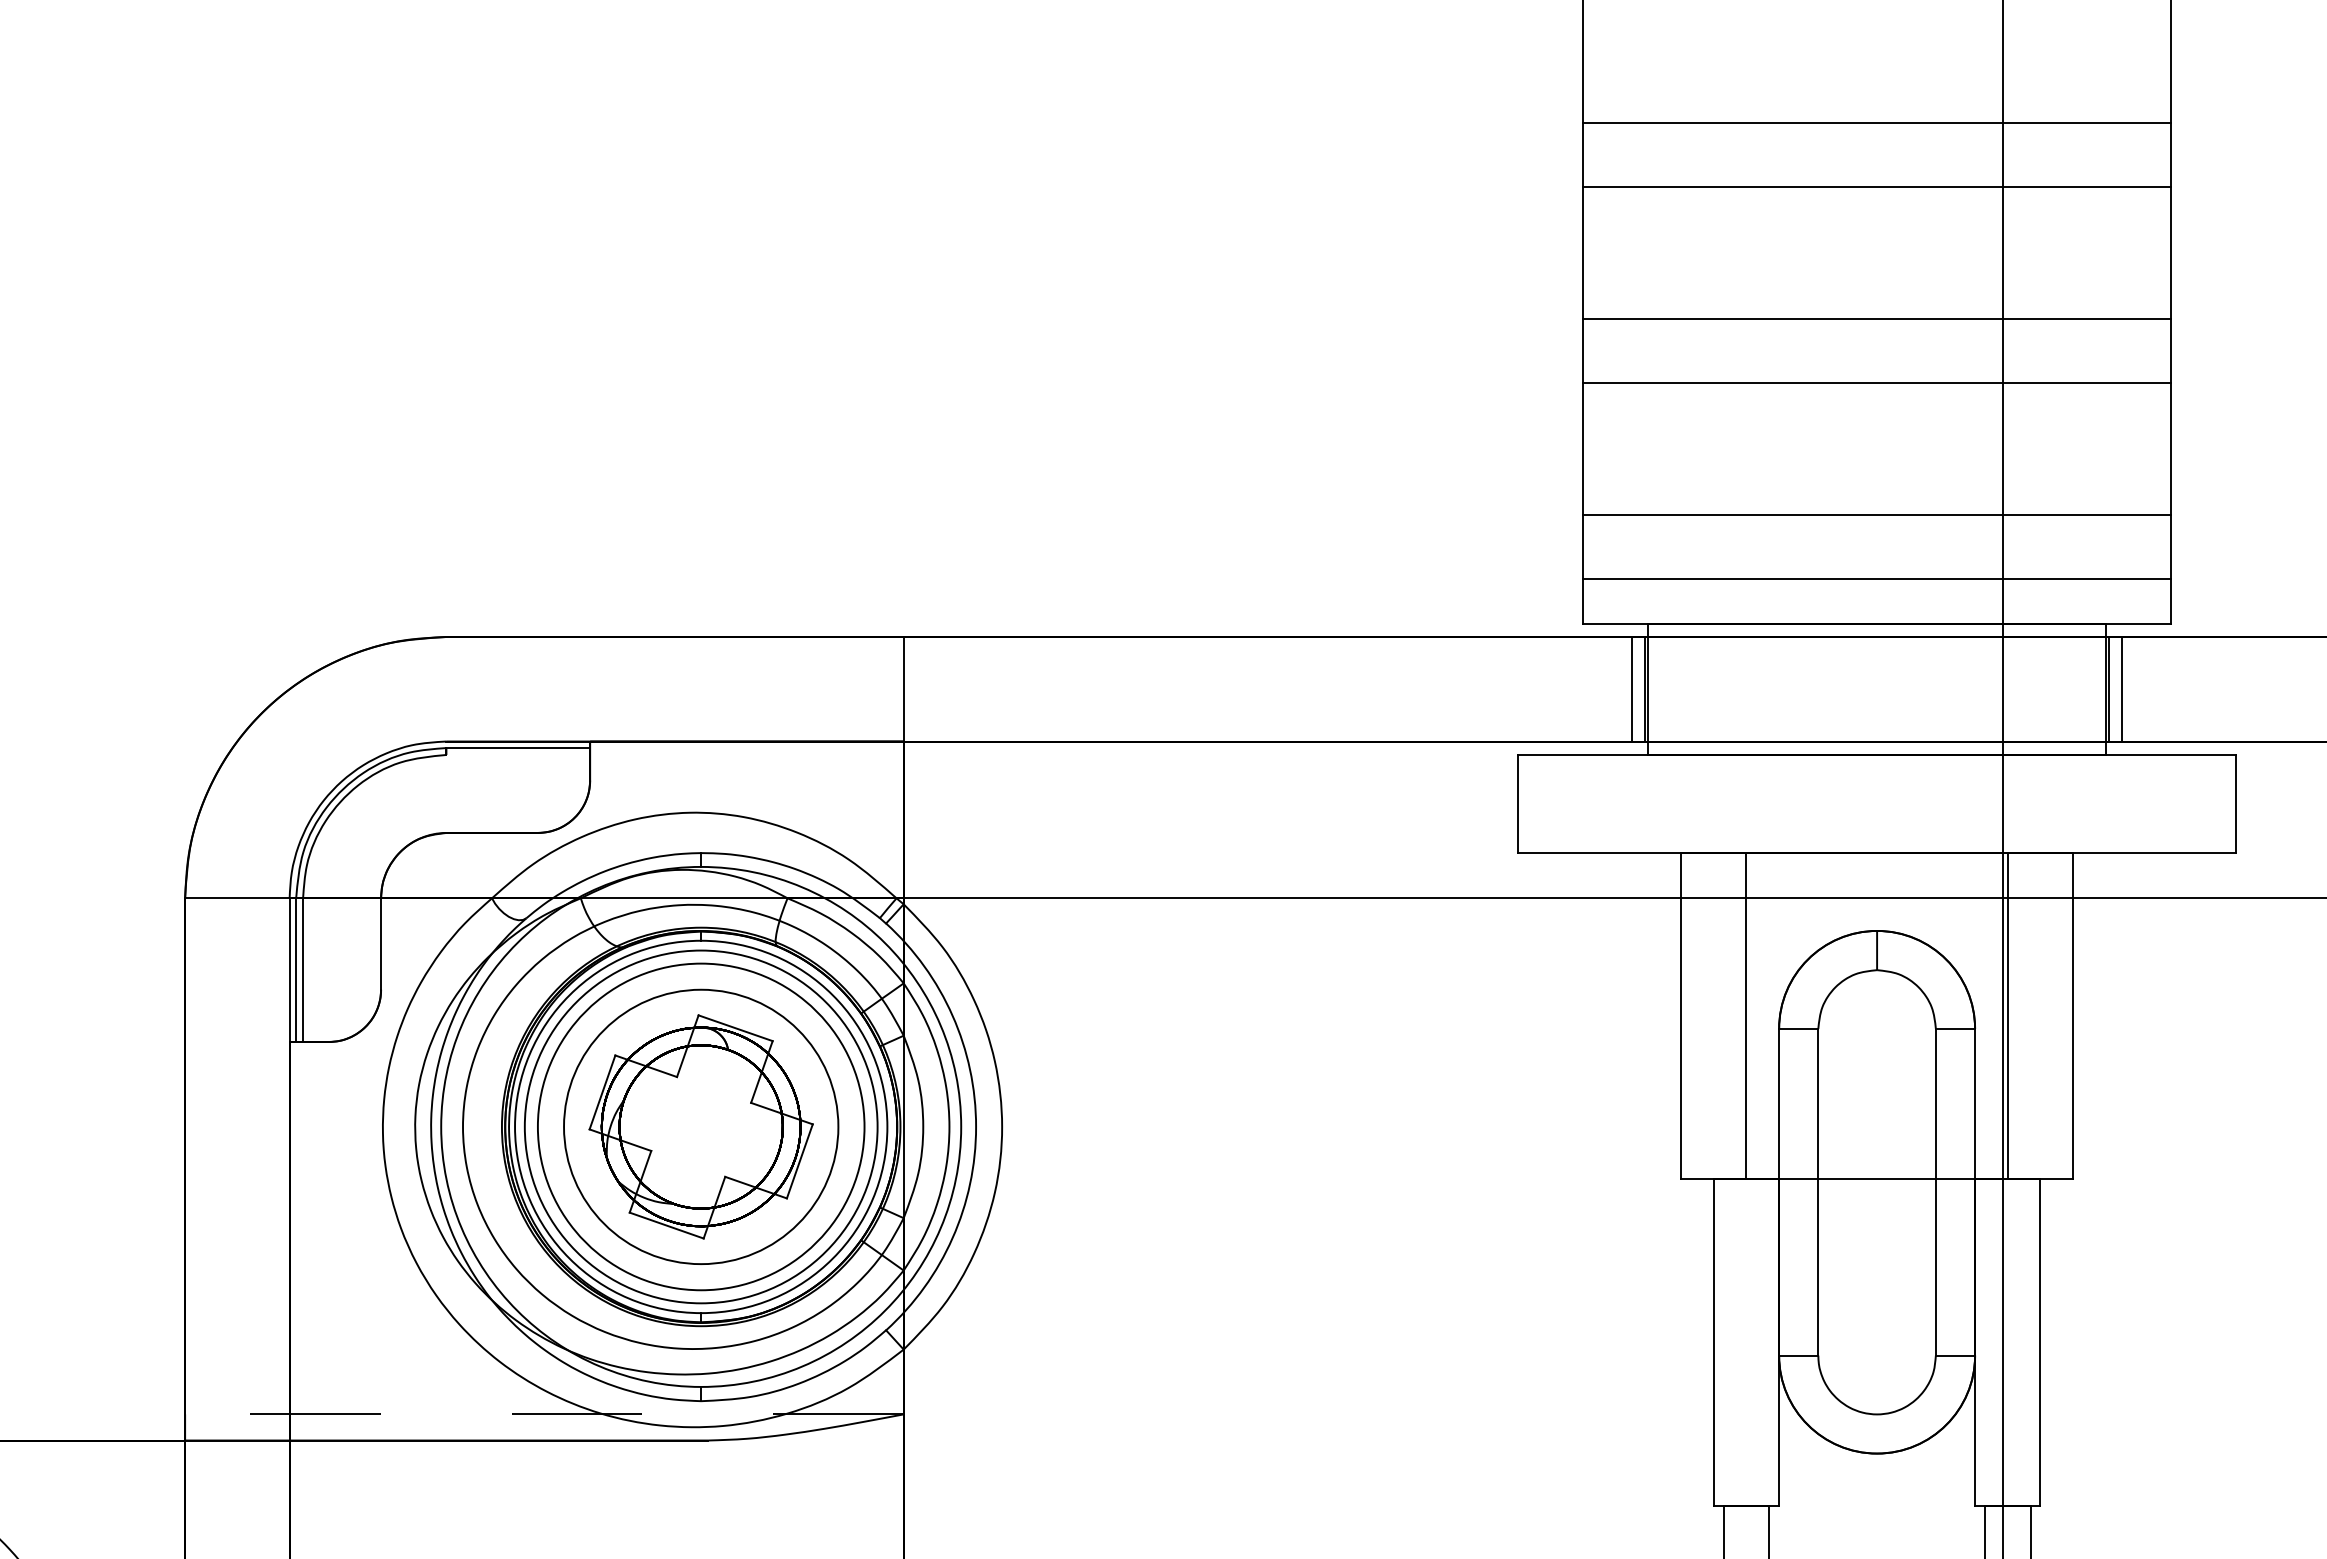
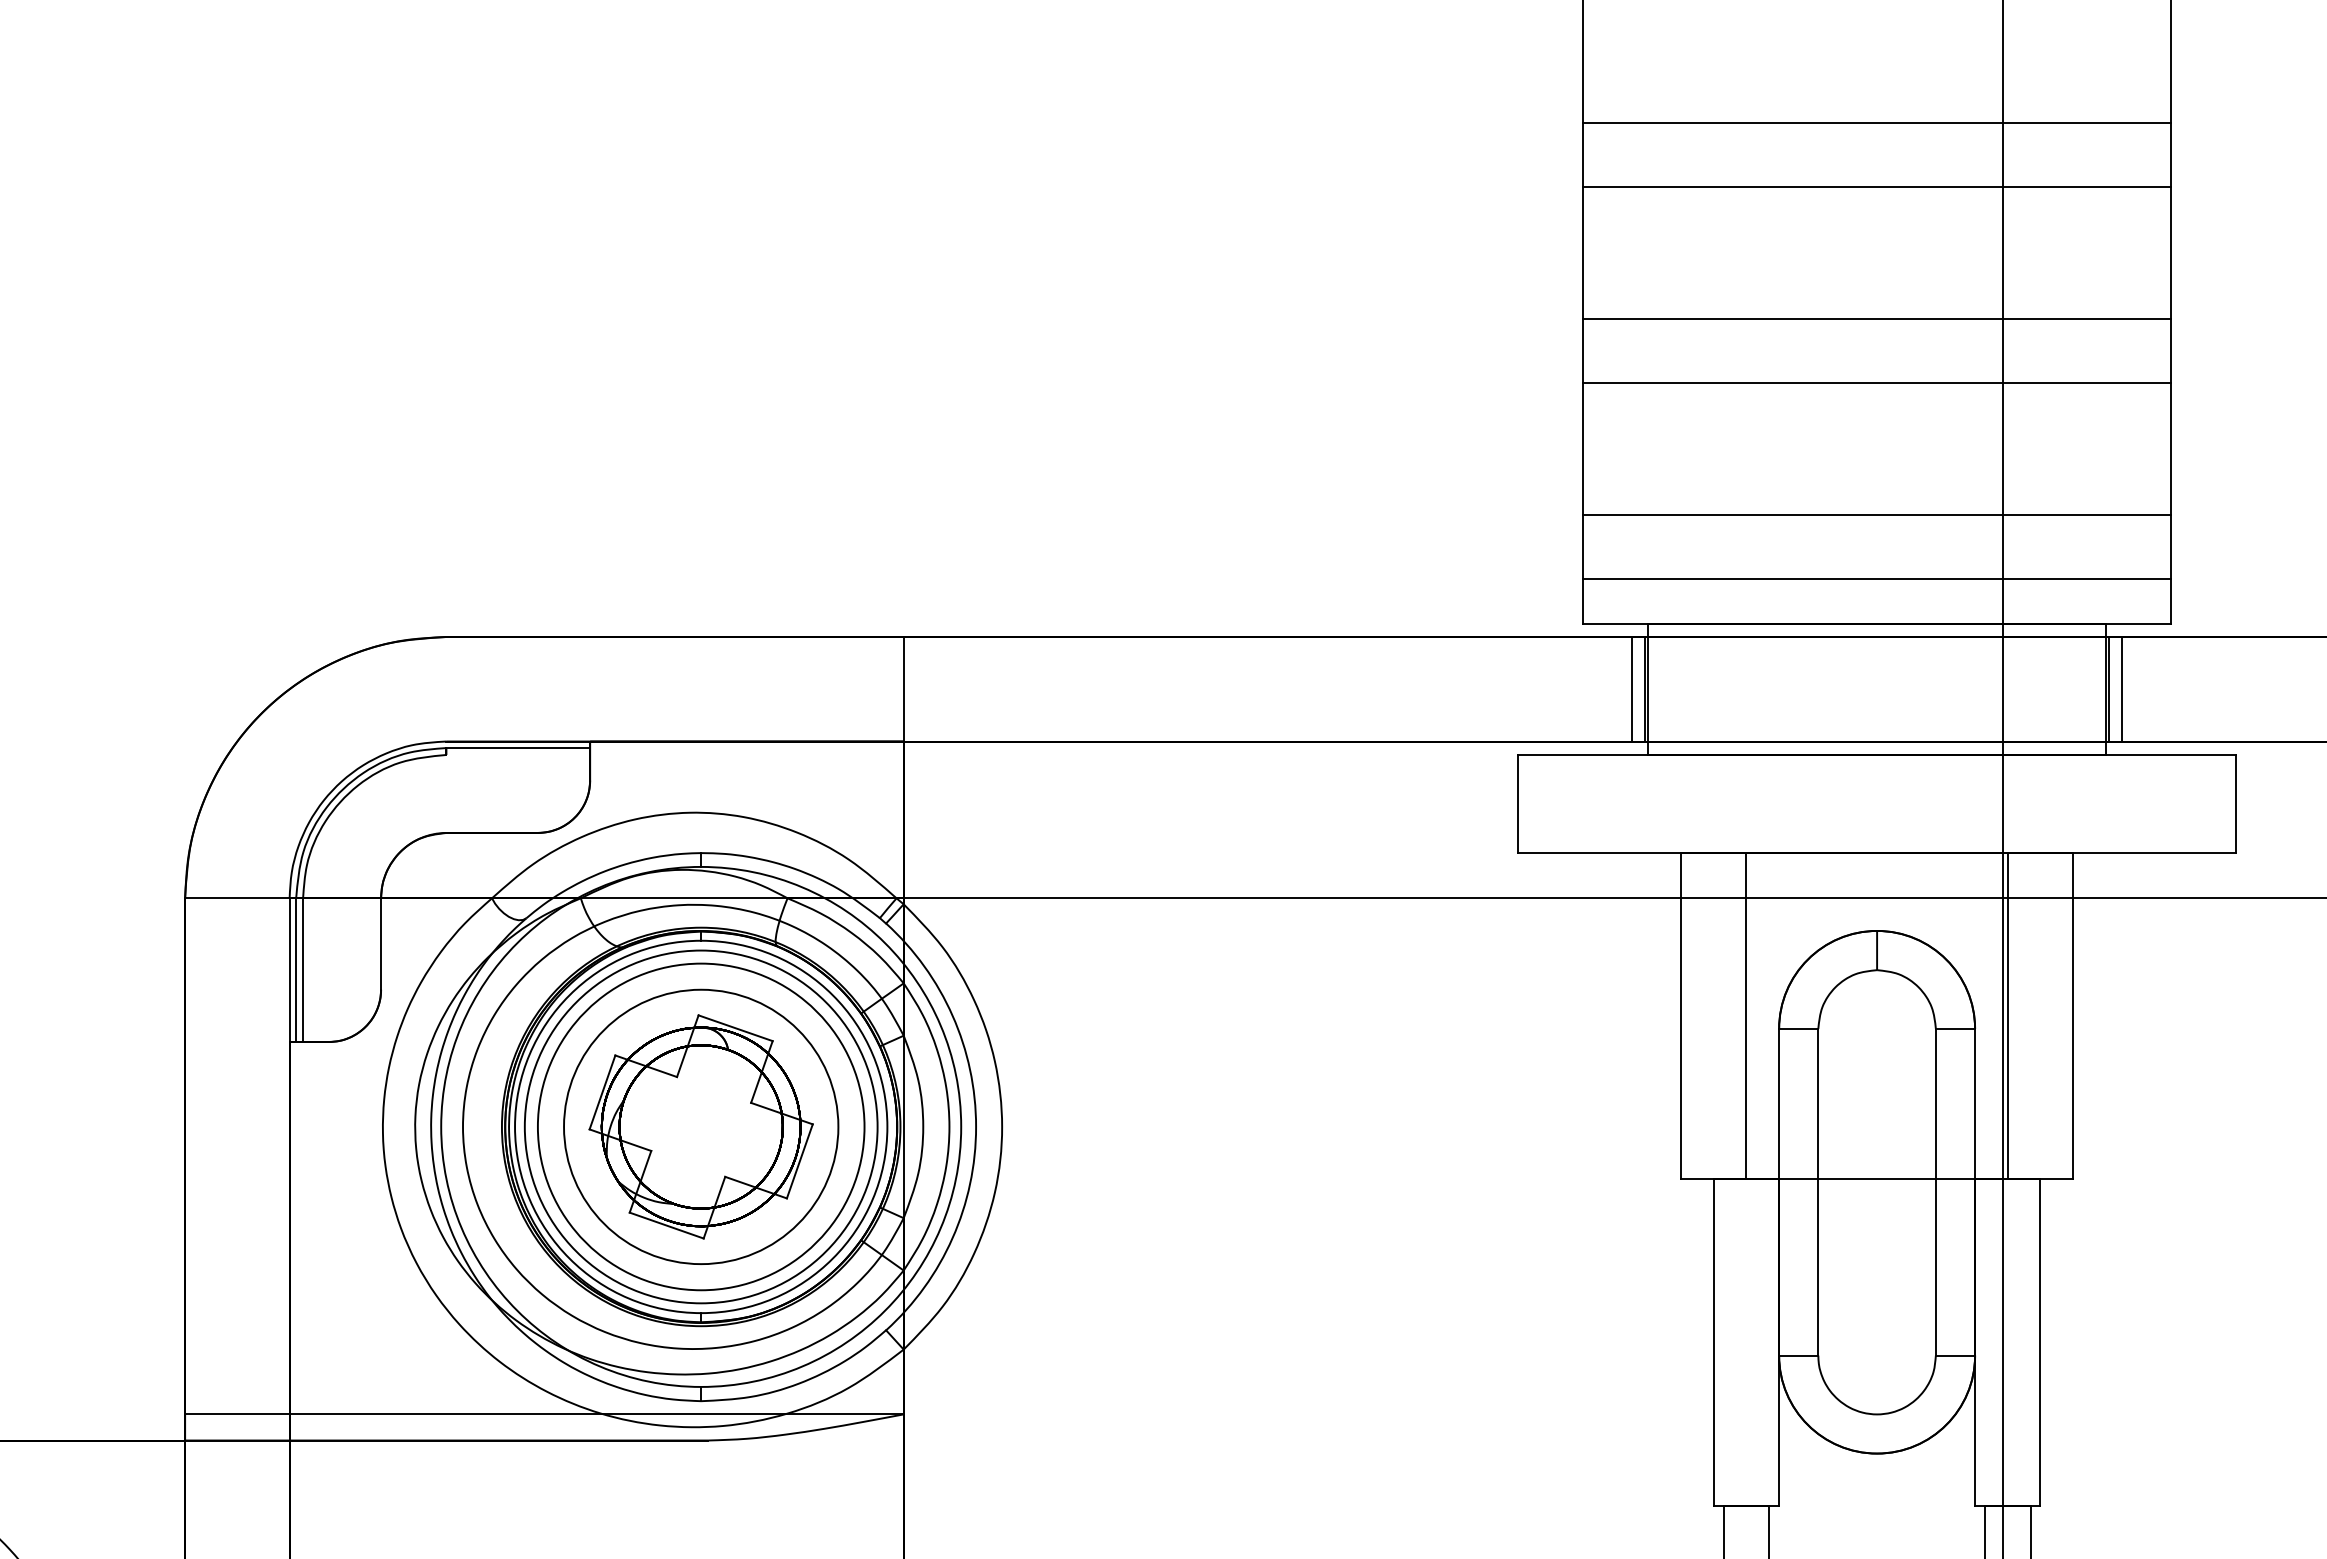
line at (543, 1414): dashed -> solid
